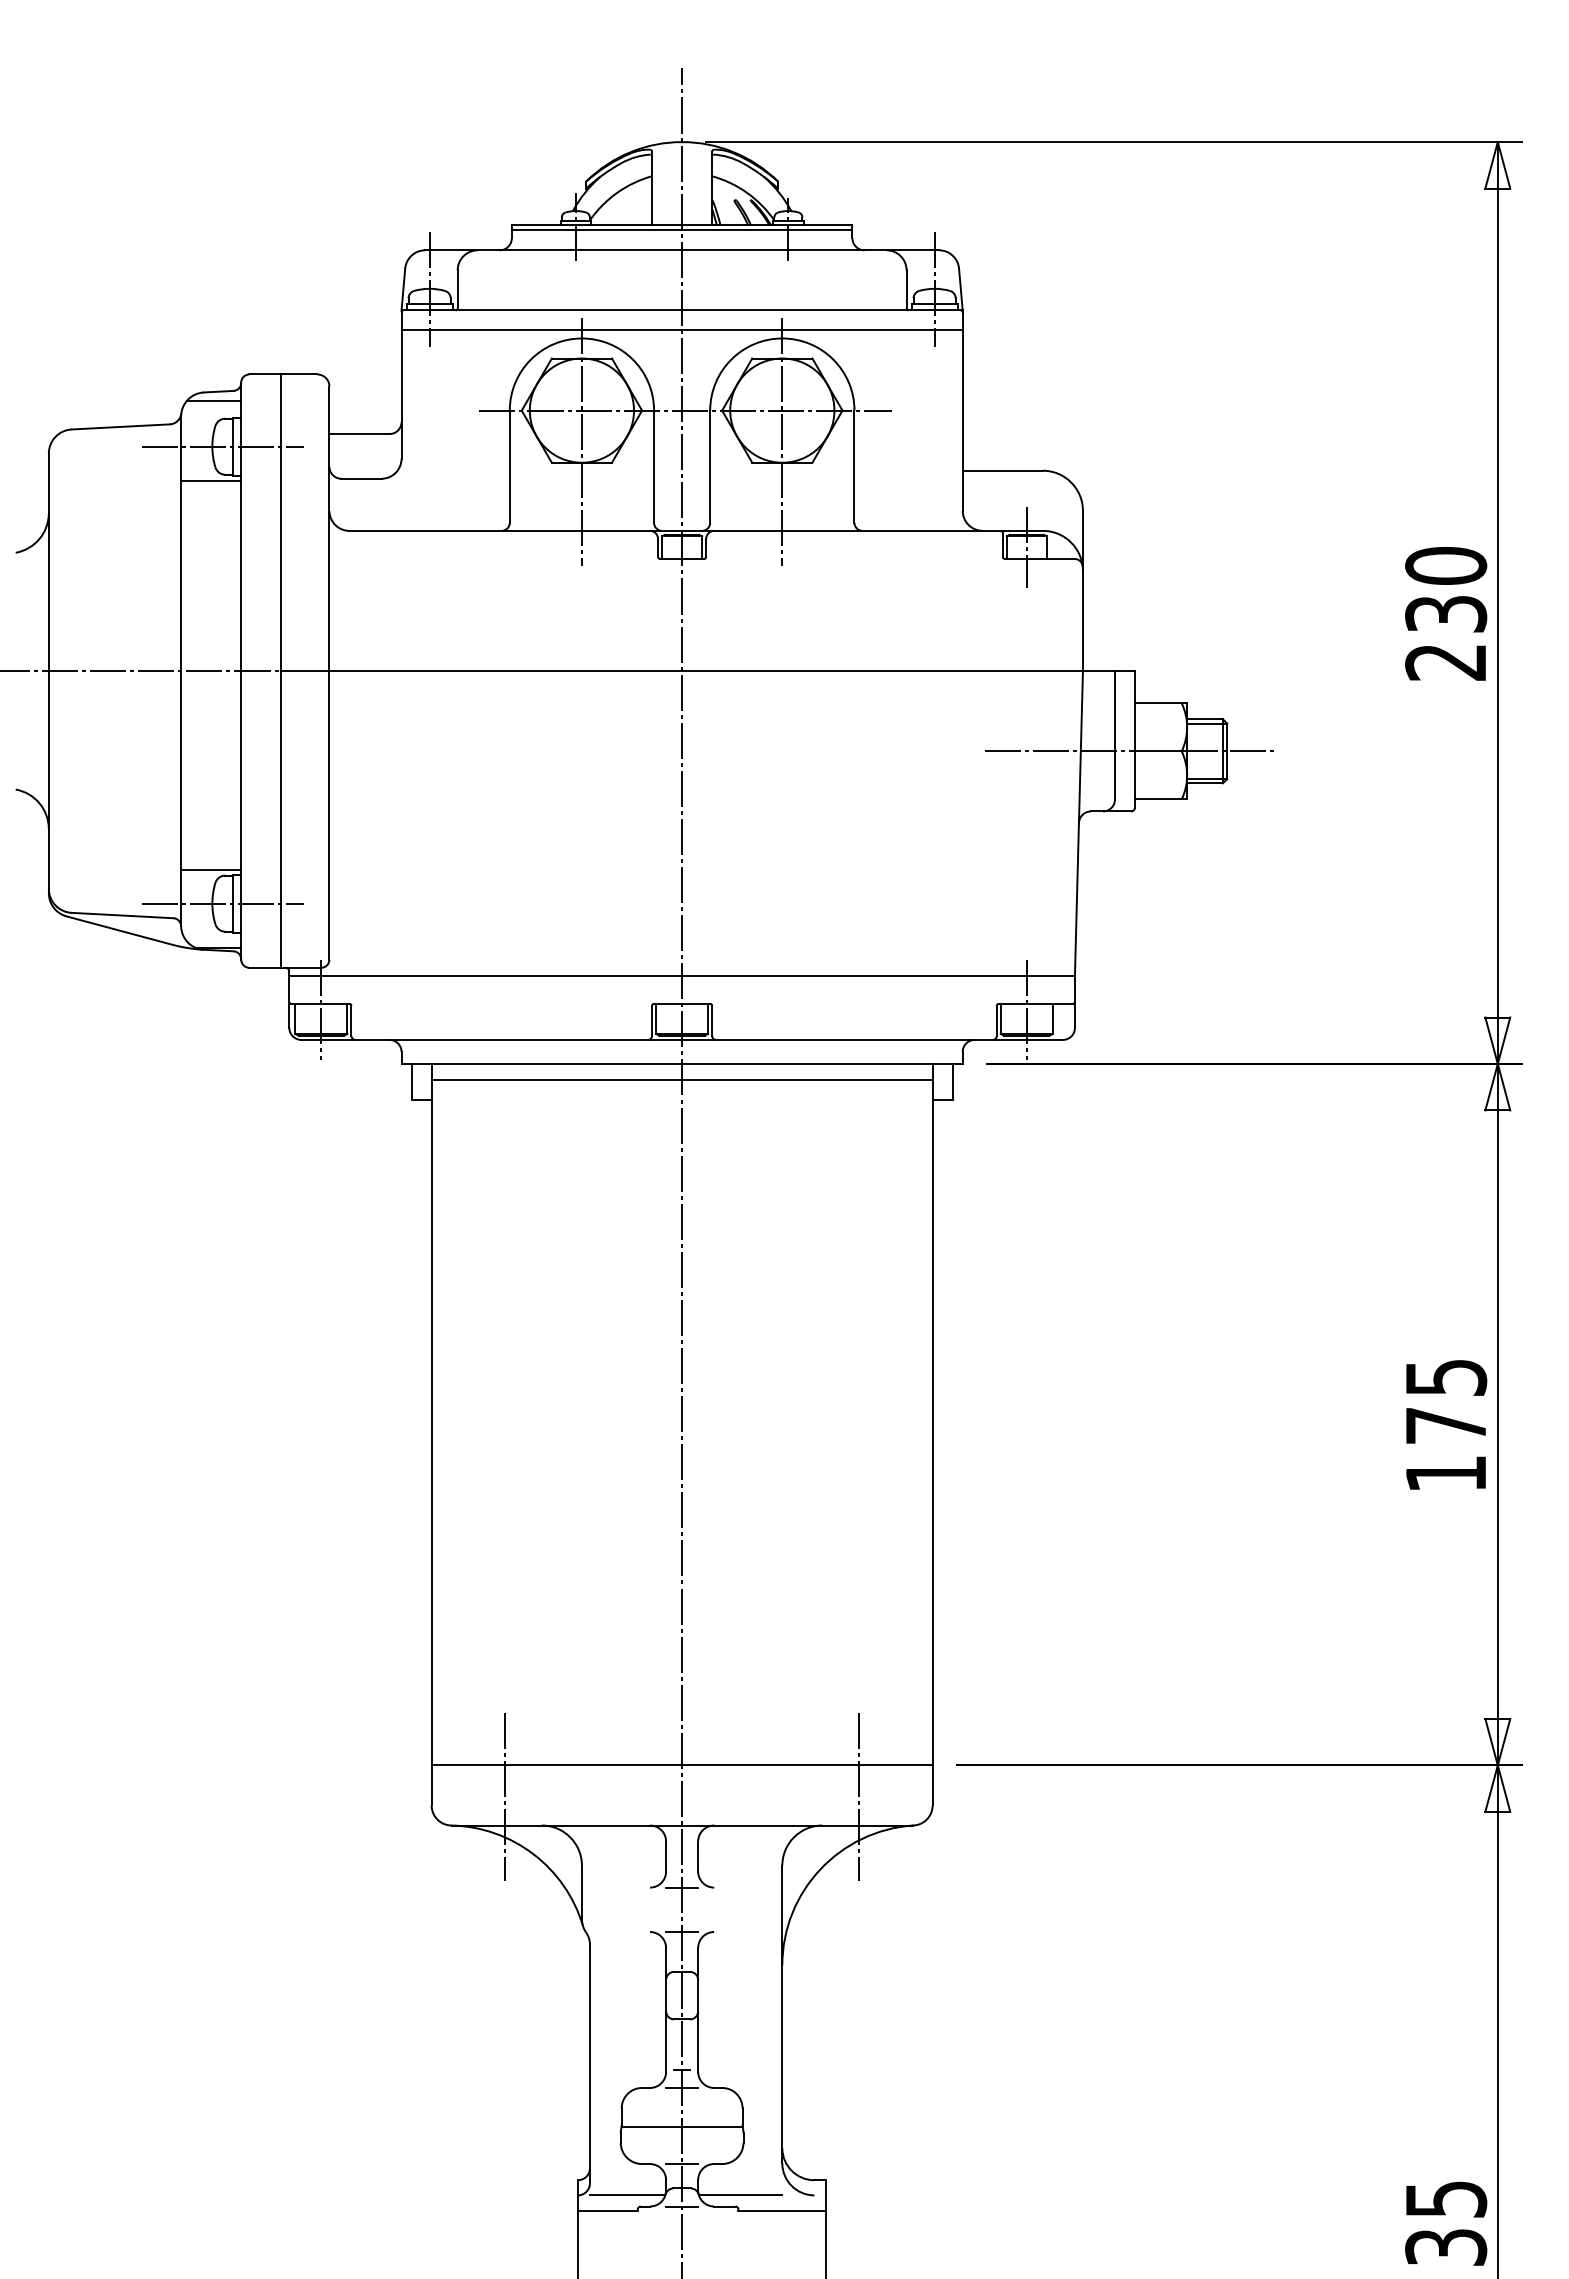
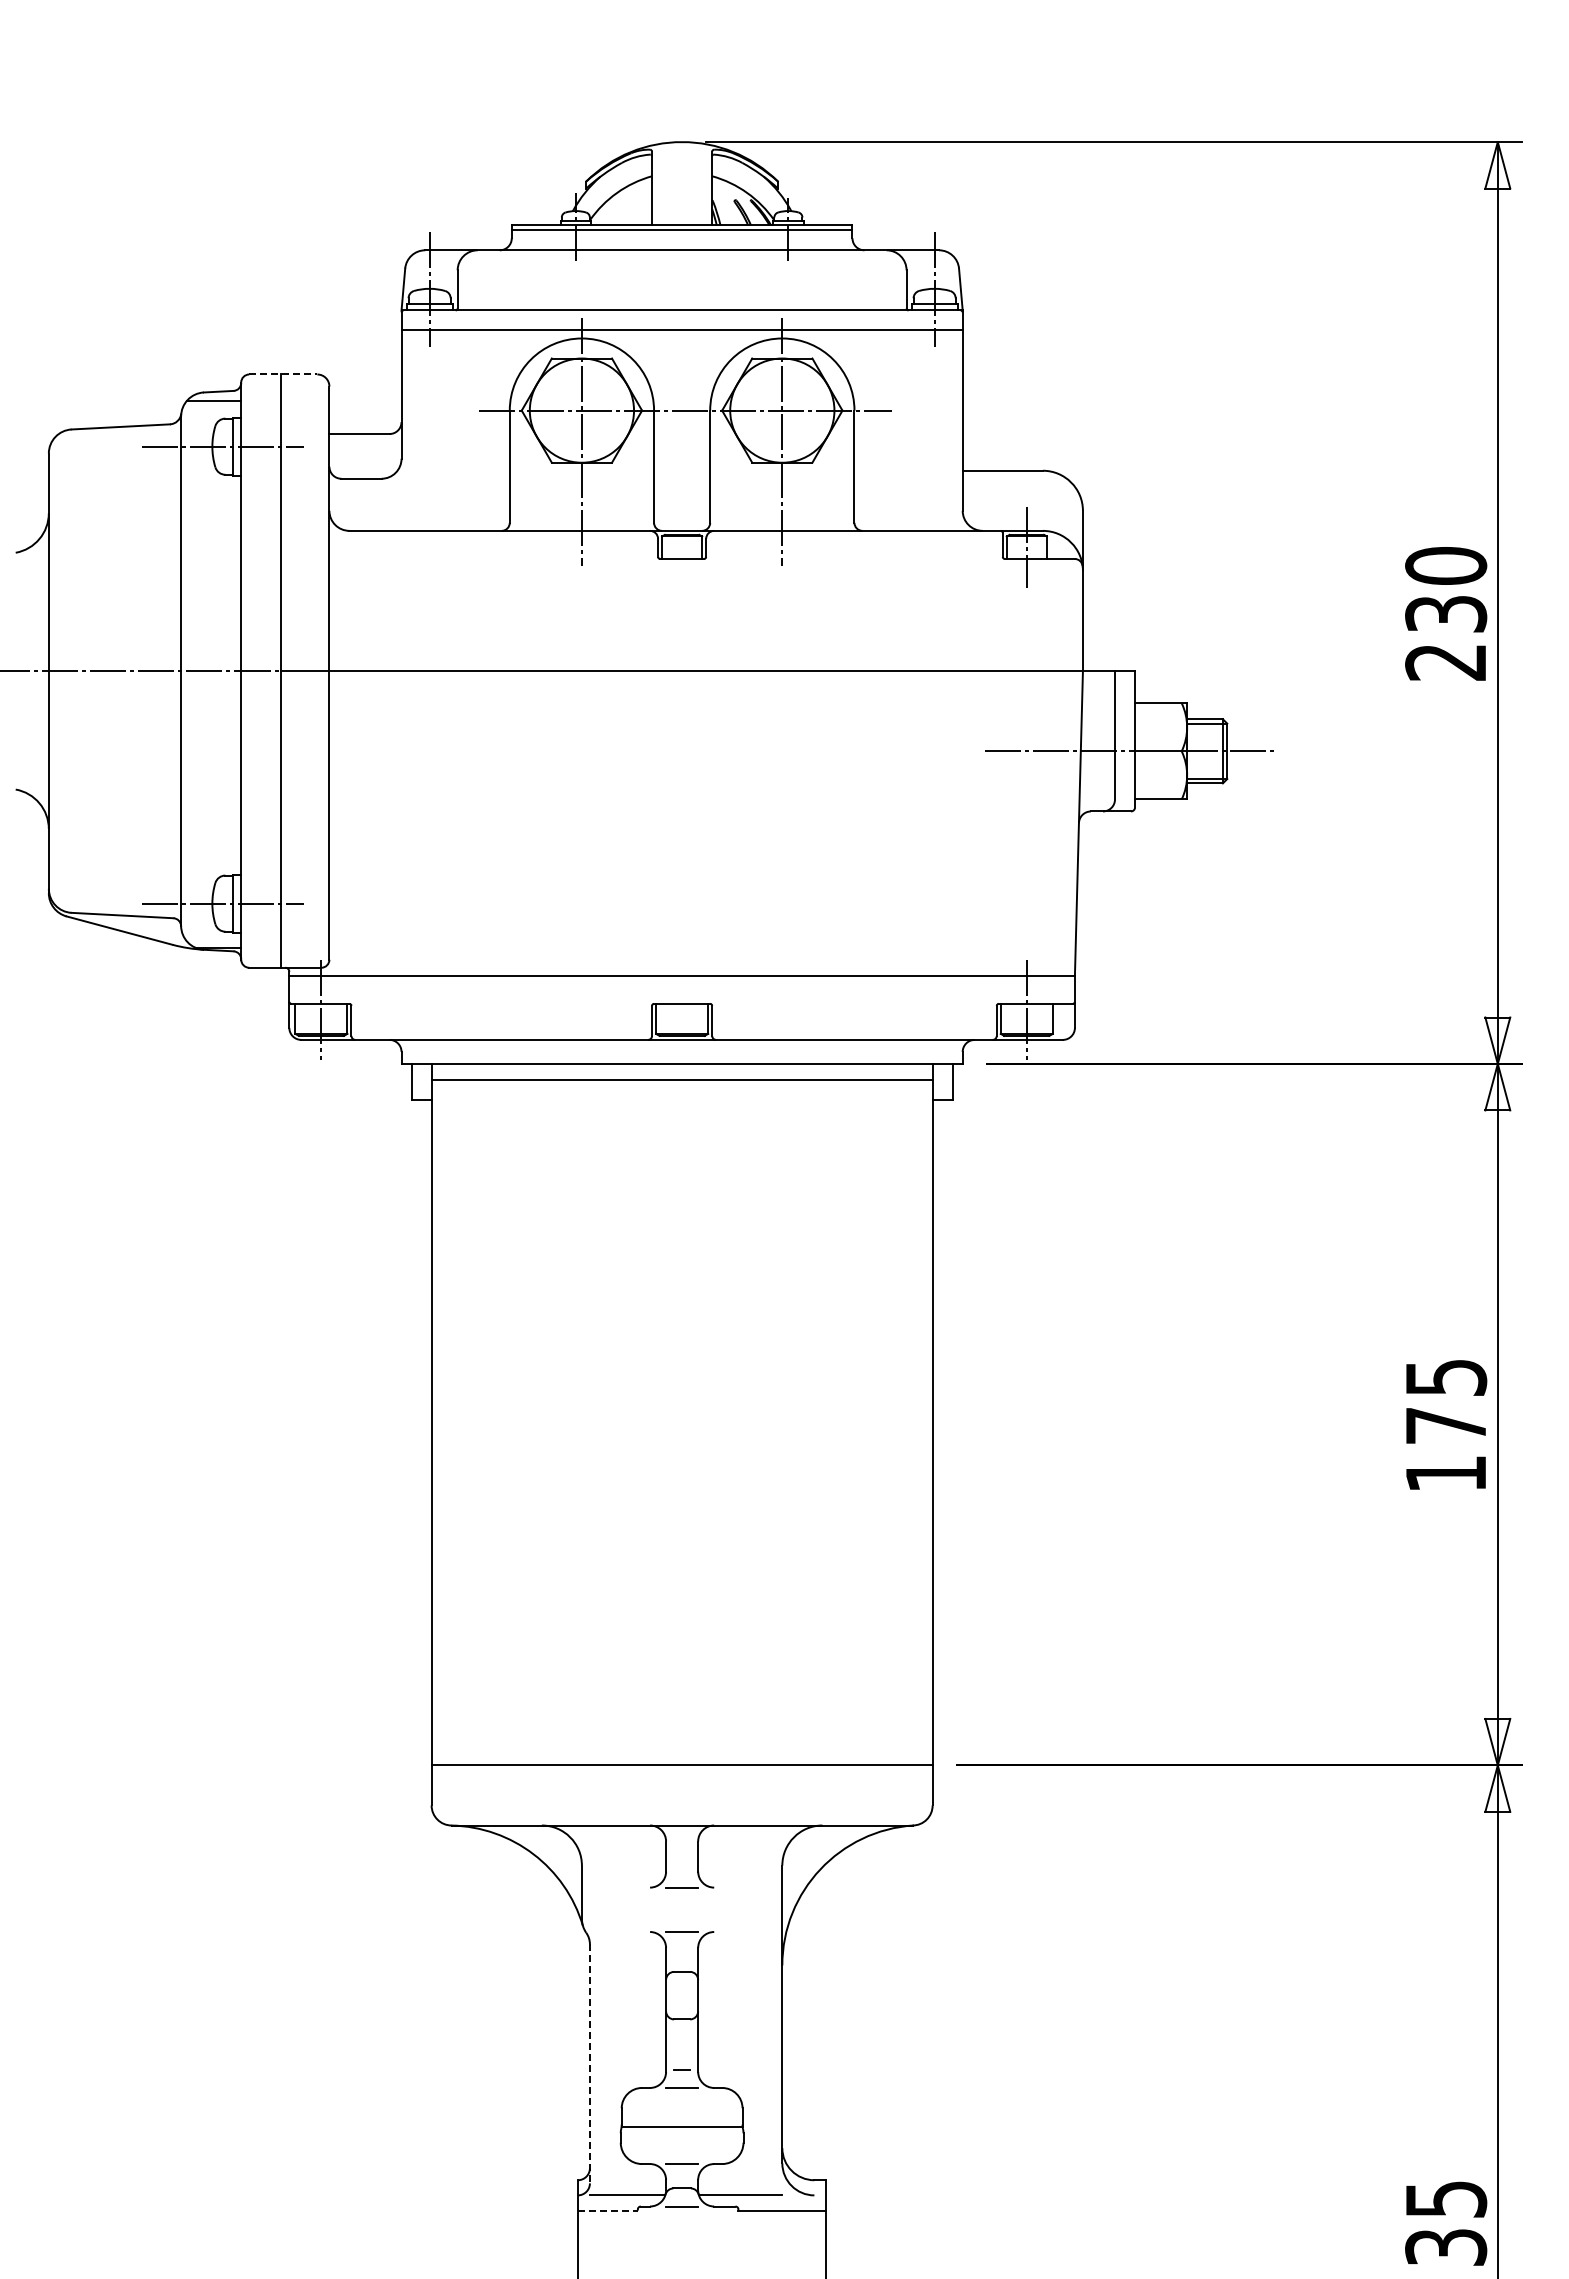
line at (283, 374): solid -> dashed
line at (211, 480): present -> none
line at (211, 869): present -> none
line at (682, 1171): present -> none
line at (504, 1796): present -> none
line at (859, 1796): present -> none
line at (589, 2064): solid -> dashed
line at (608, 2210): solid -> dashed
